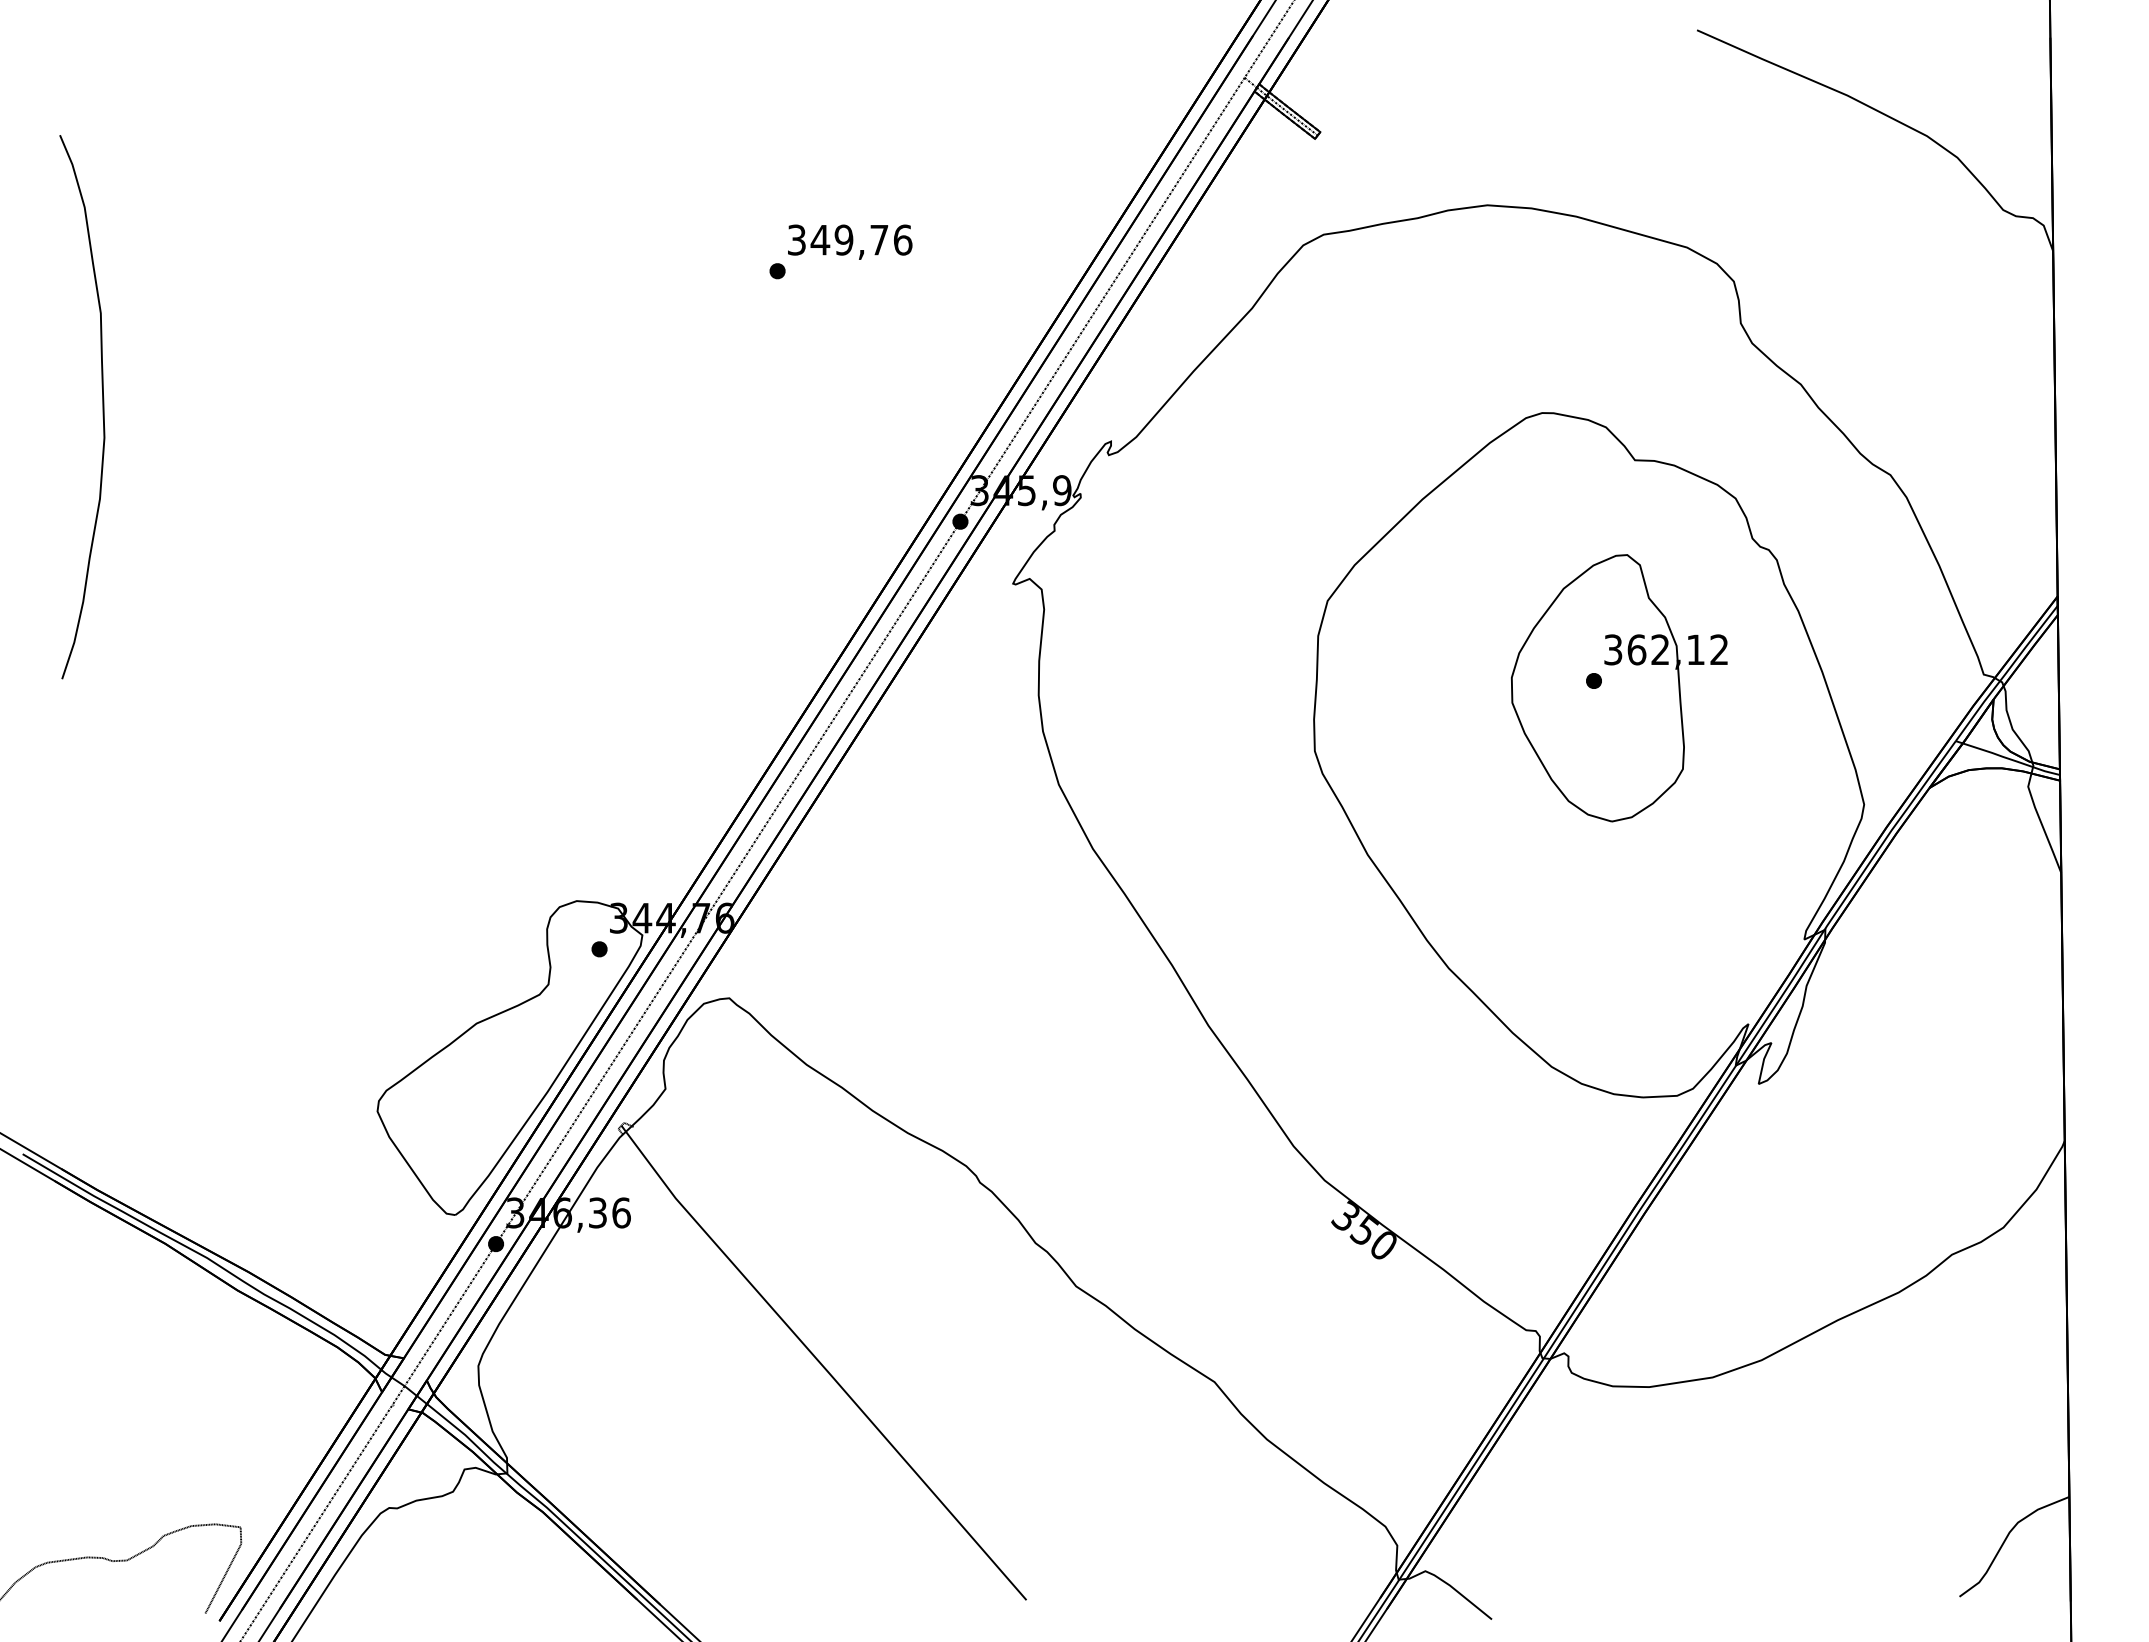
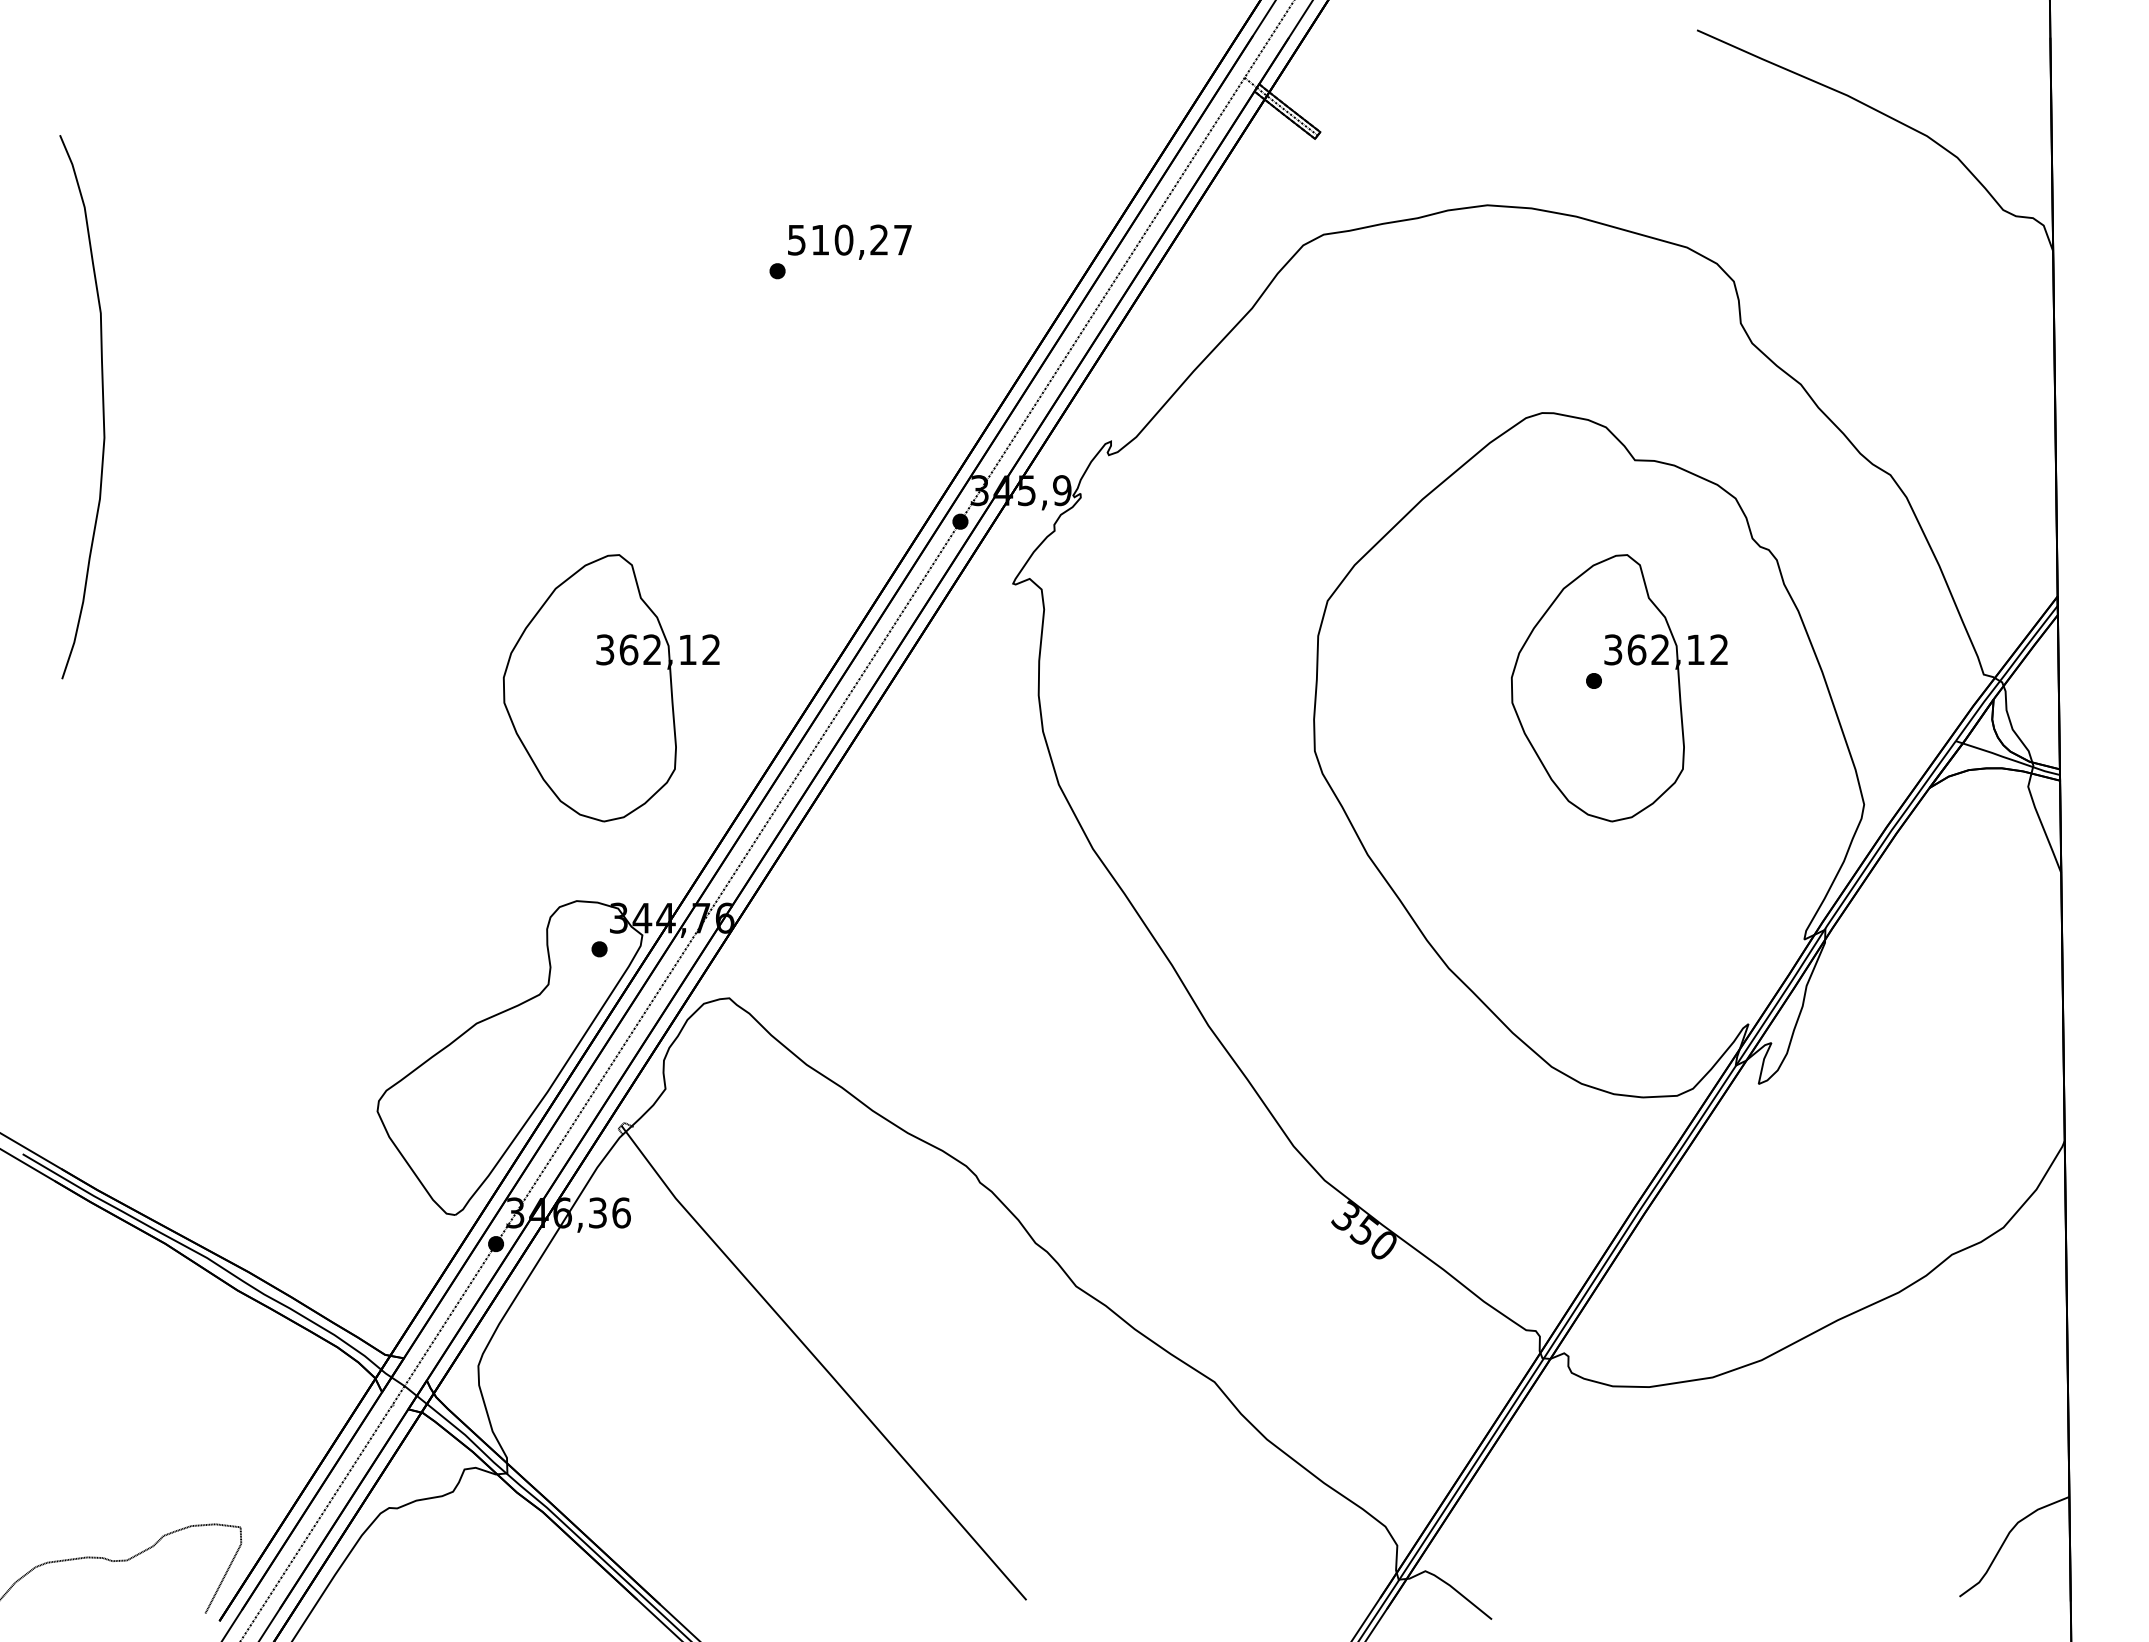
text at (850, 239): 349,76 -> 510,27
part at (610, 688): none -> present
